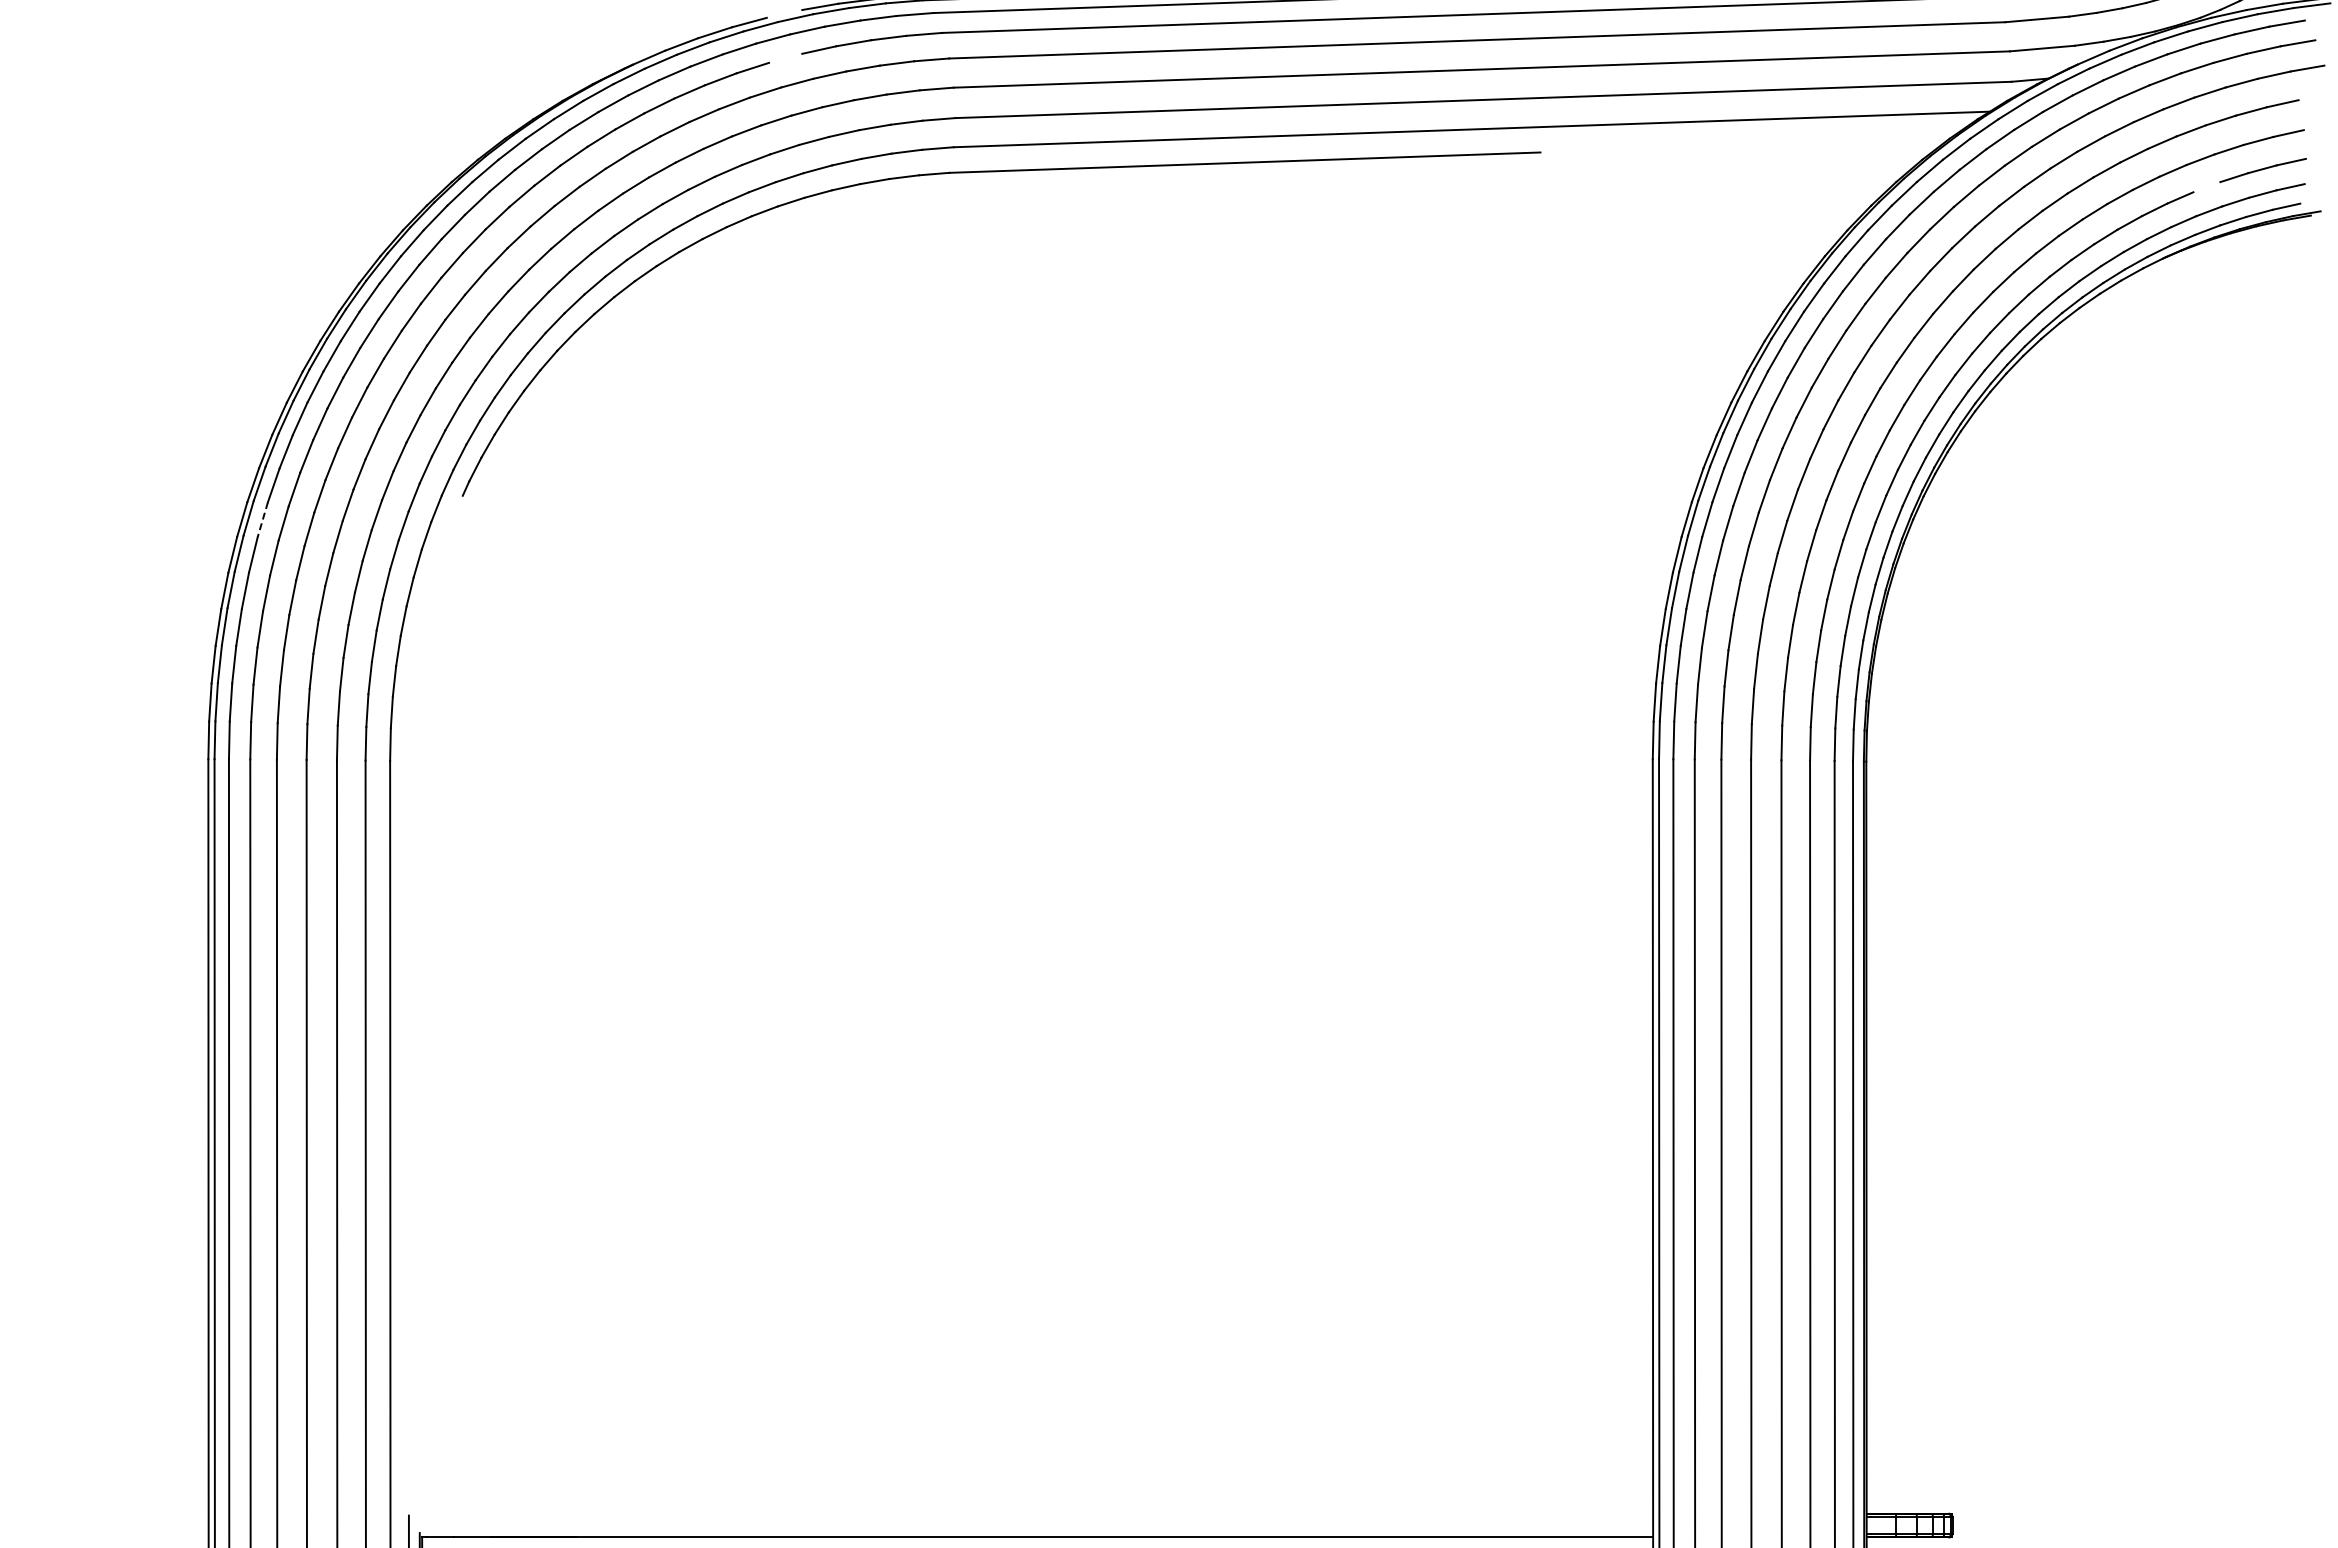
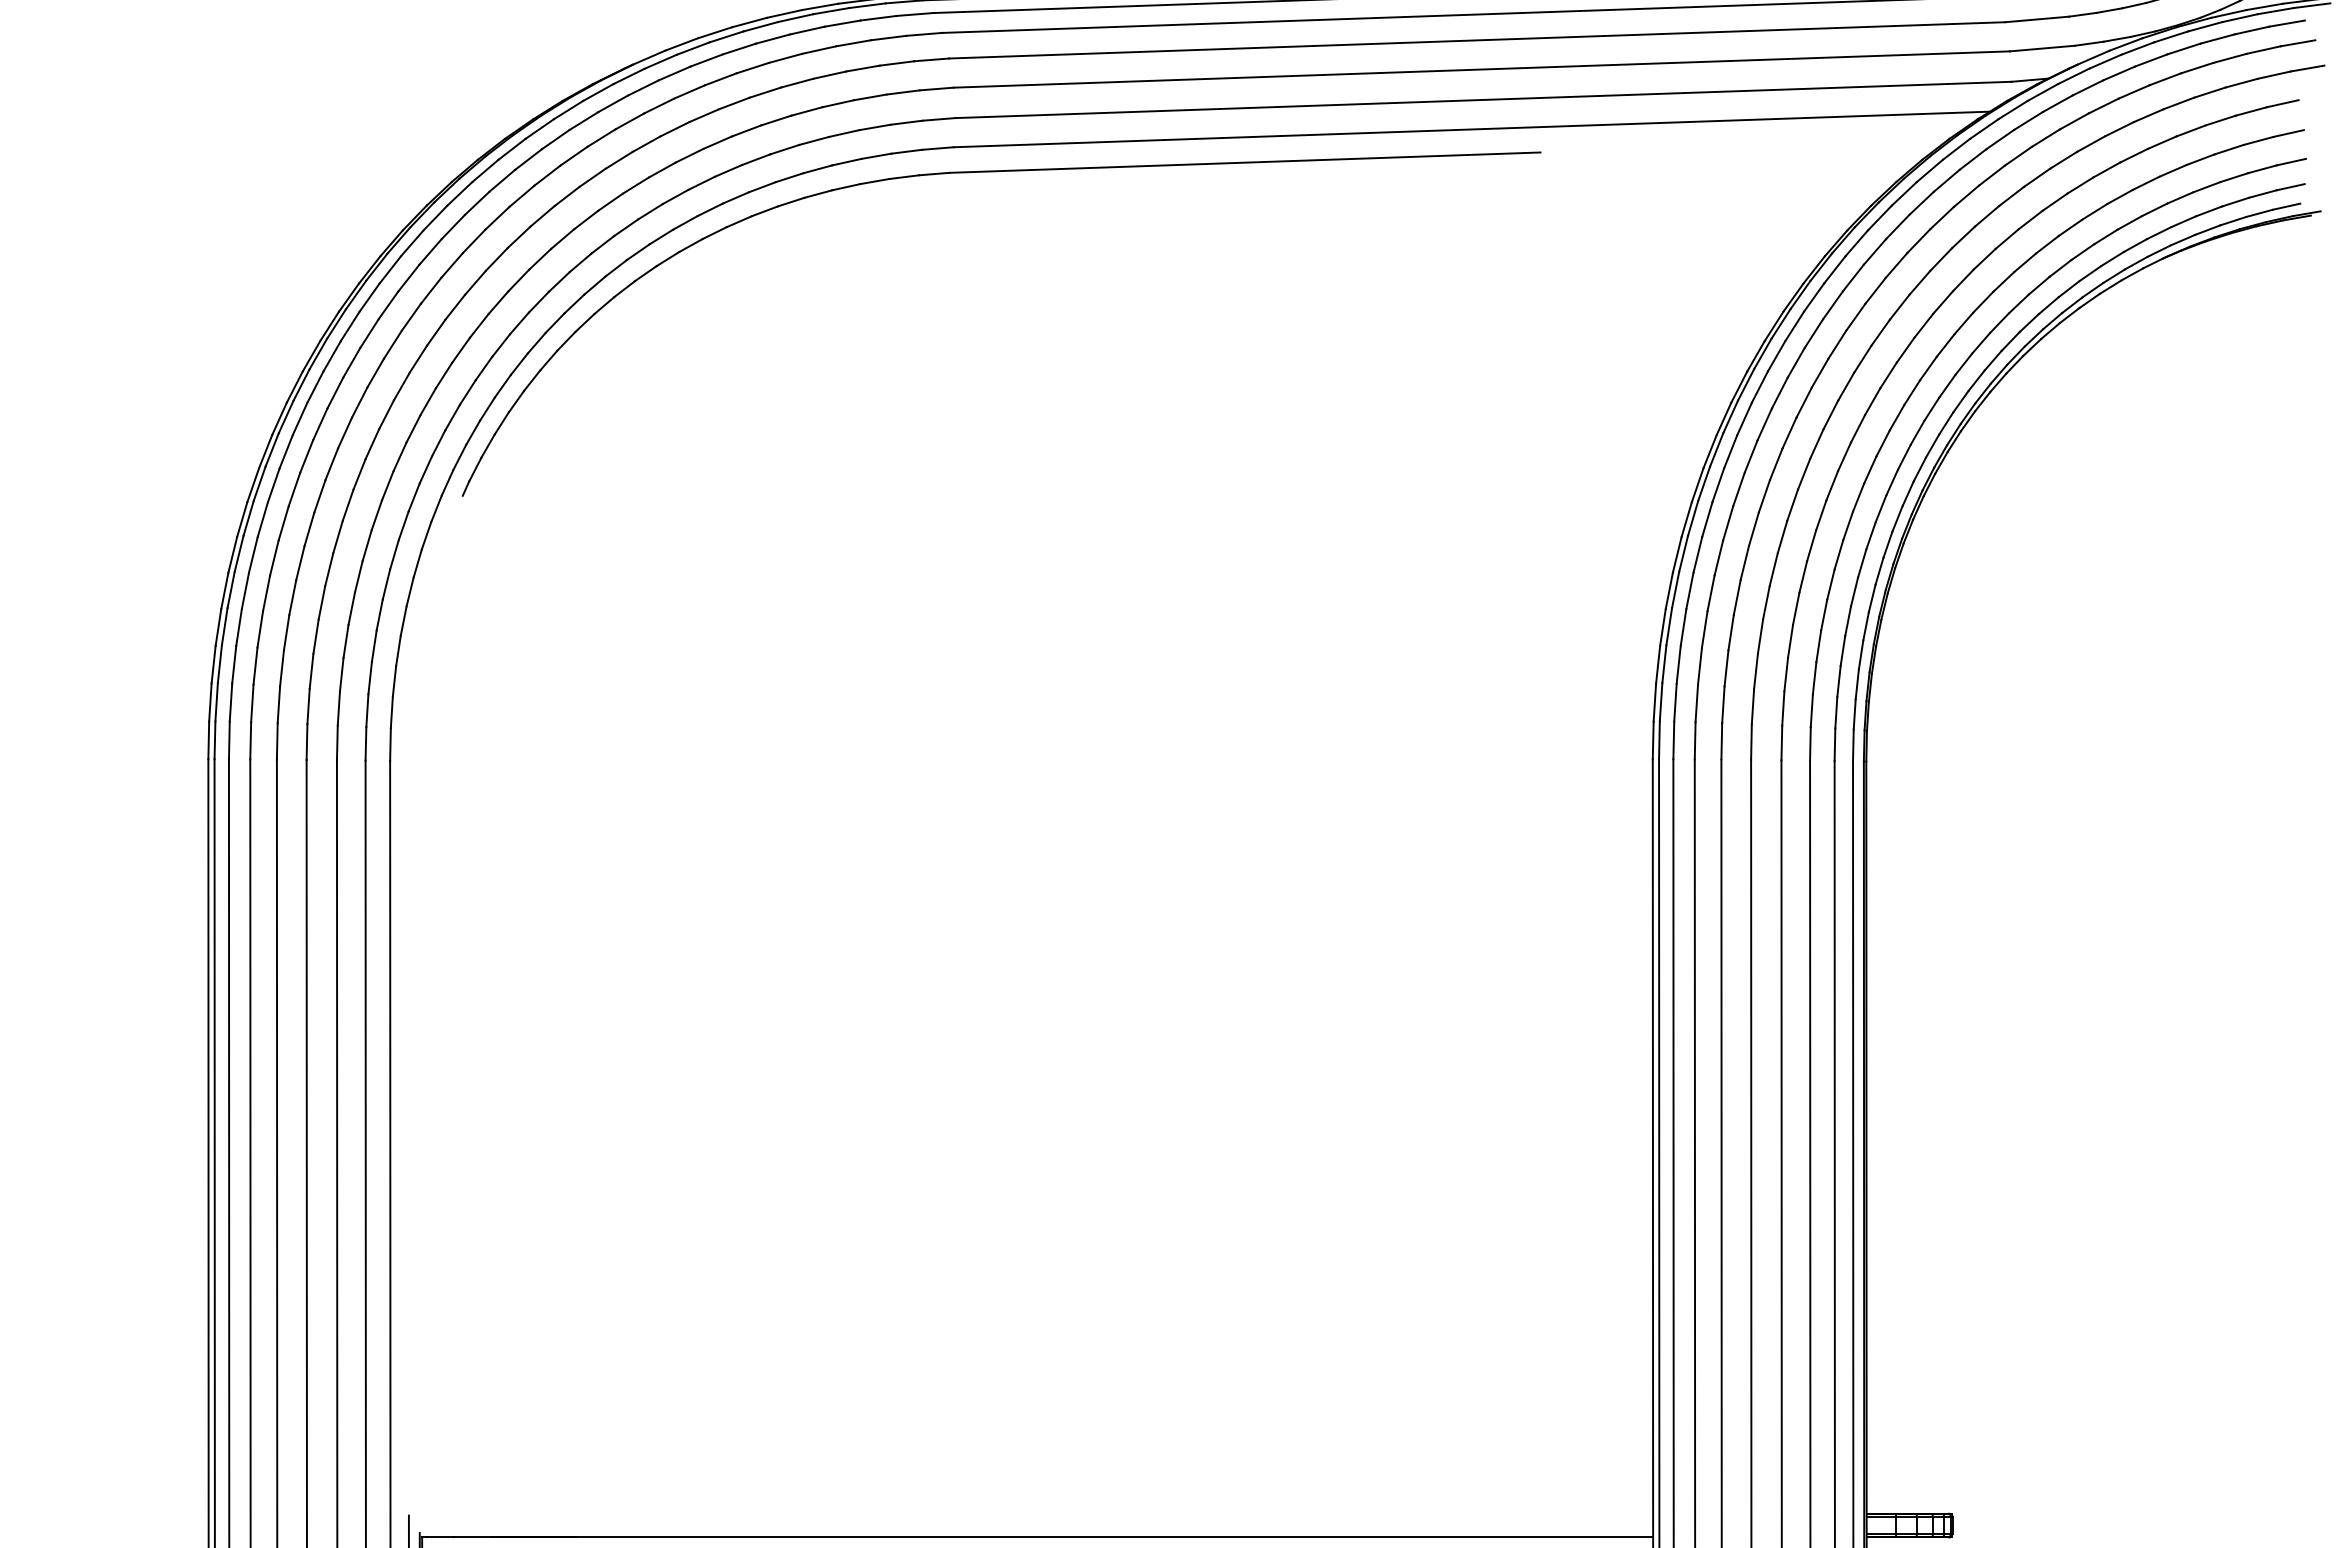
line at (784, 13): none -> present
line at (785, 57): none -> present
line at (2206, 187): none -> present
line at (262, 520): dashed -> solid
